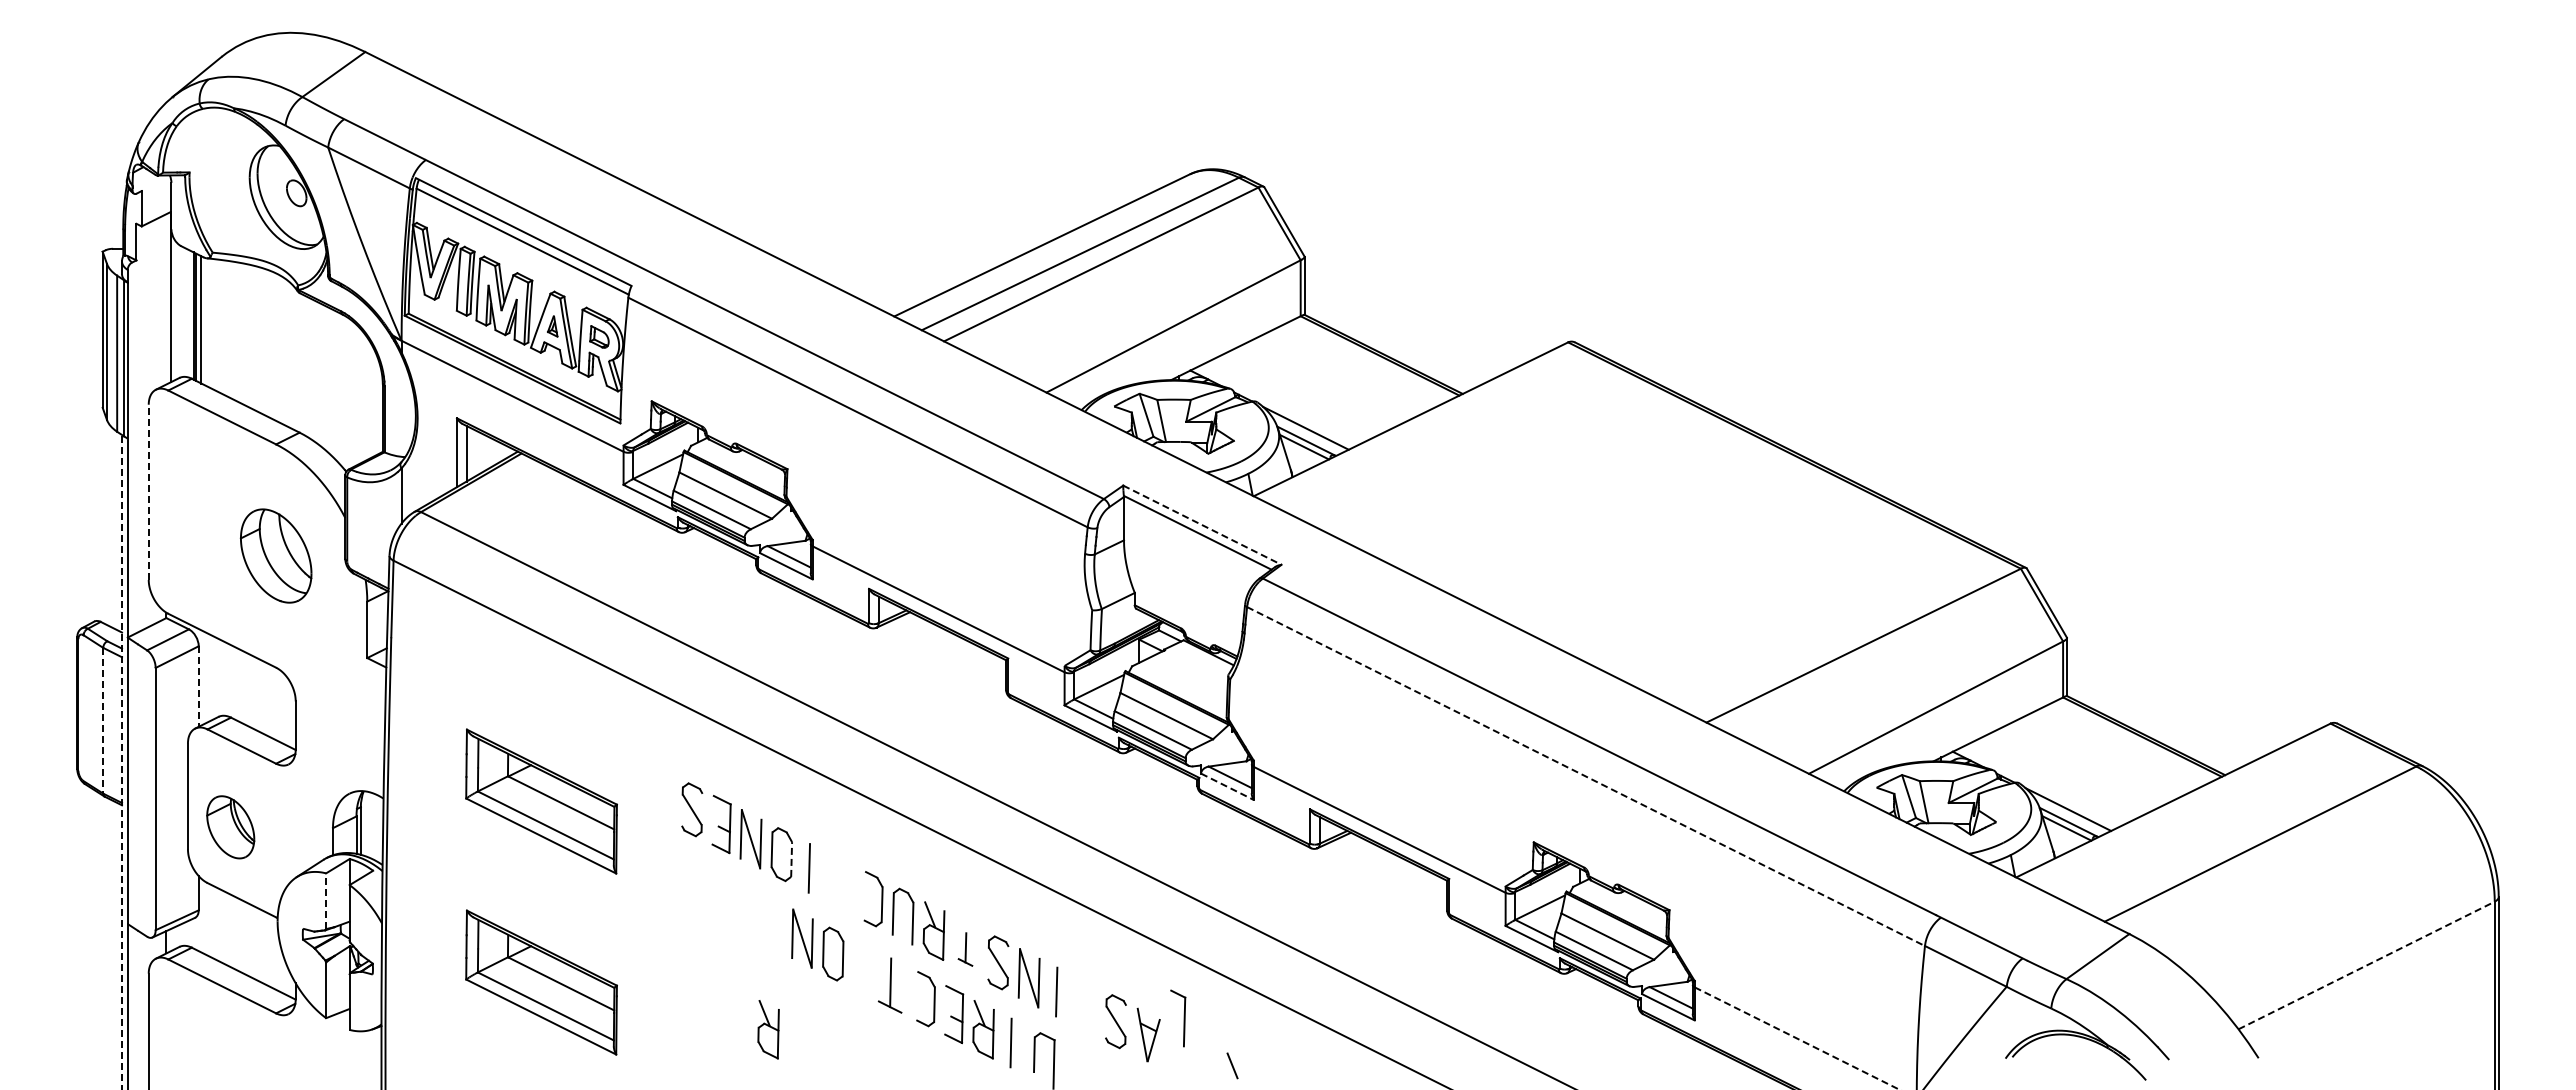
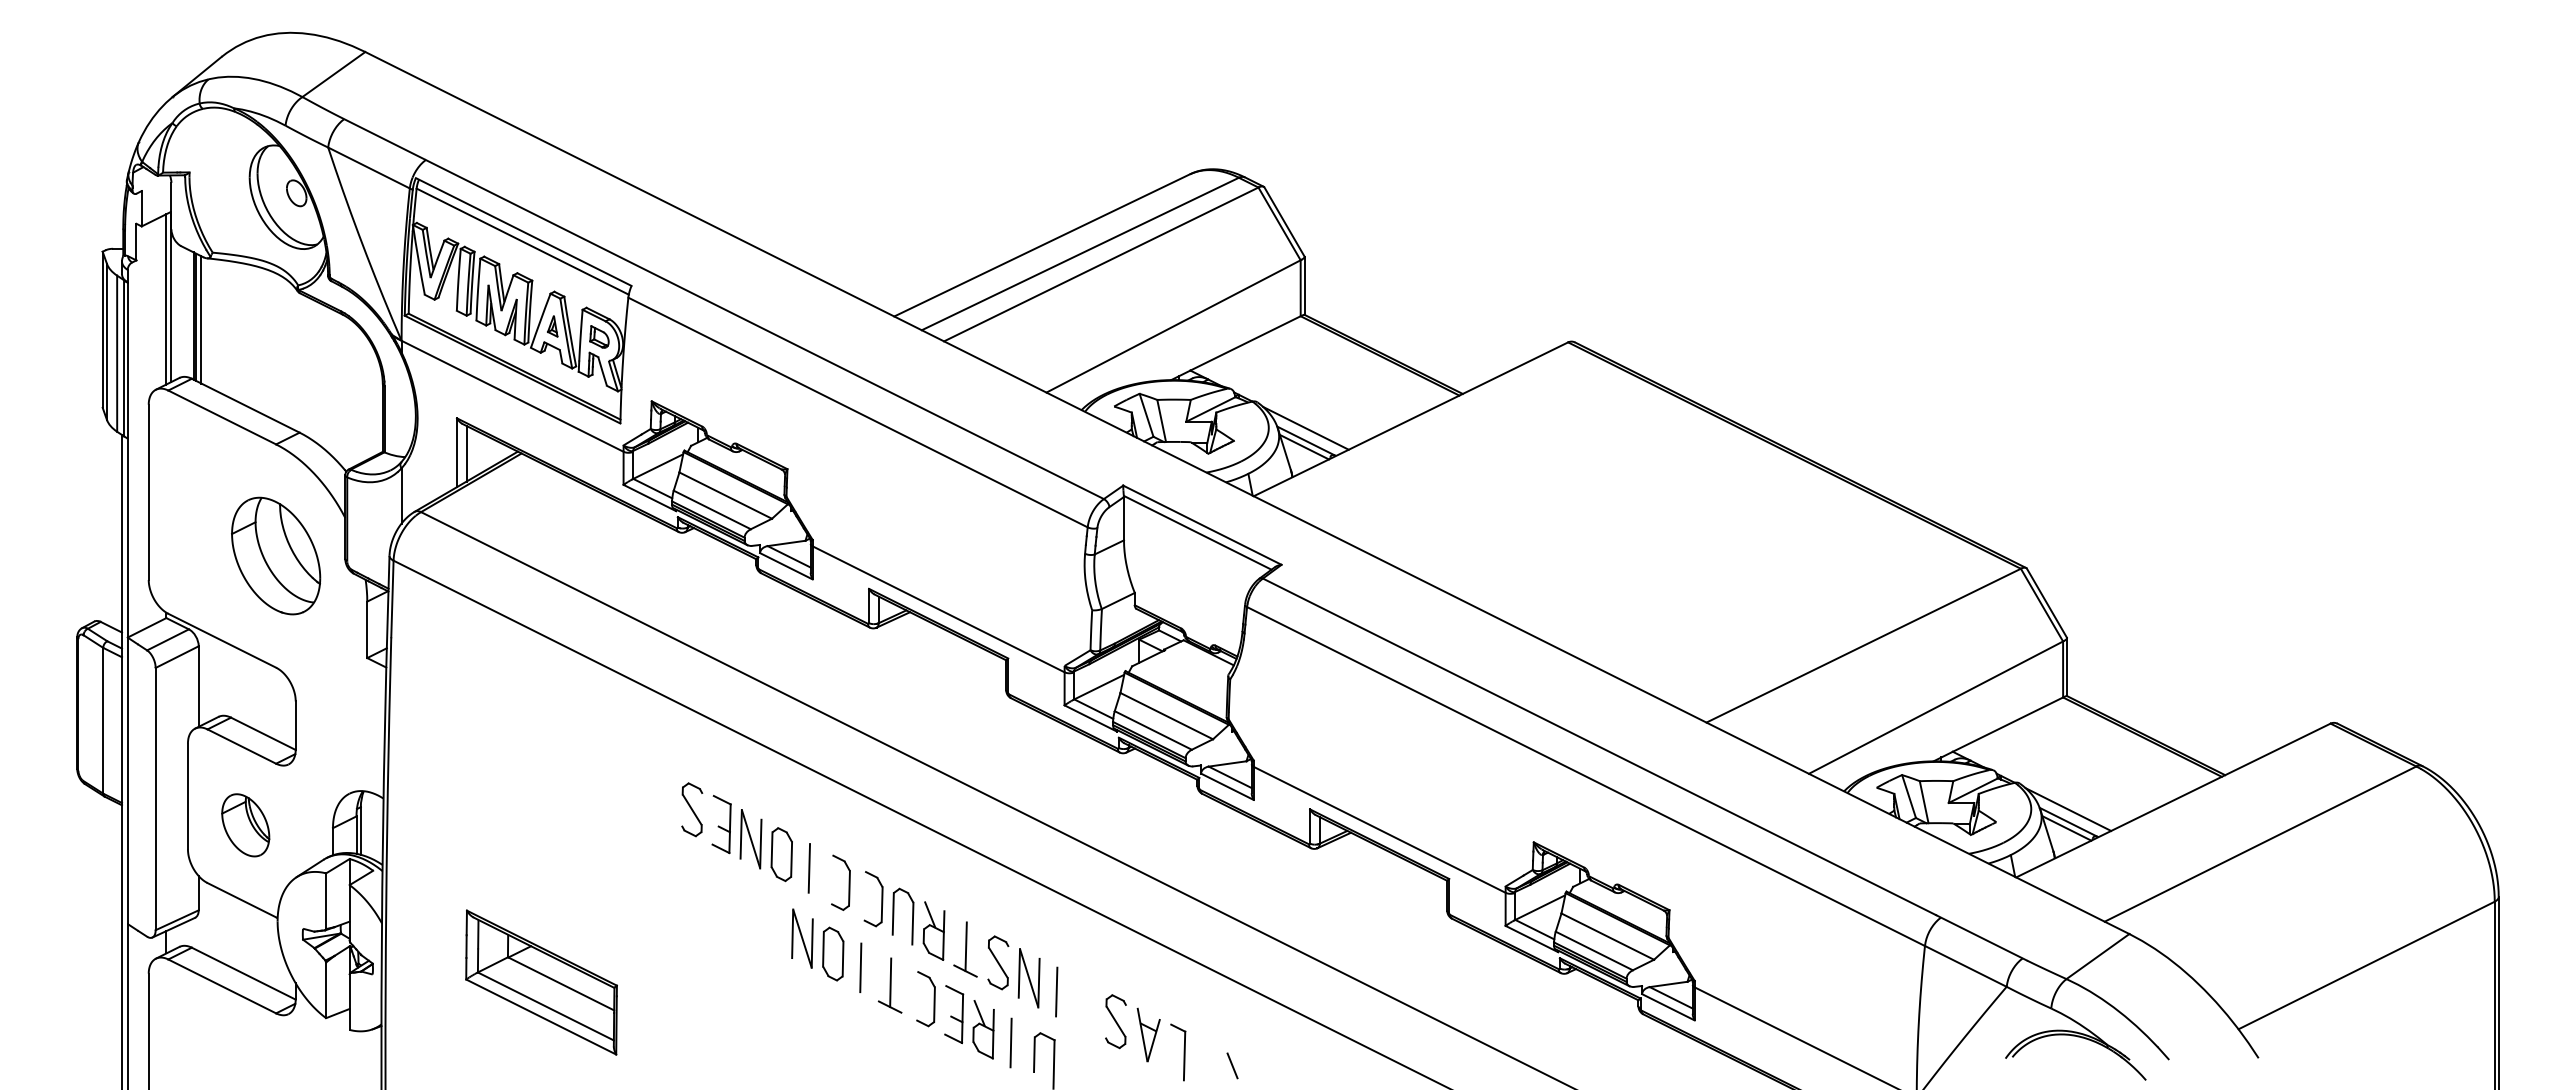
line at (166, 299): none -> present
line at (148, 492): dashed -> solid
line at (1202, 525): dashed -> solid
part at (275, 555) size: 74x96 px -> 91x120 px
line at (198, 687): dashed -> solid
line at (103, 720): dashed -> solid
line at (122, 761): dashed -> solid
line at (1586, 776): dashed -> solid
line at (1227, 787): dashed -> solid
part at (541, 801): present -> none
part at (230, 827) position: (230, 827) -> (245, 825)
line at (791, 859): dashed -> solid
part at (848, 882): none -> present
line at (326, 901): dashed -> solid
part at (965, 949) size: 17x35 px -> 25x57 px
line at (2367, 965): dashed -> solid
line at (860, 967): none -> present
part at (1178, 1018) position: (1178, 1018) -> (1178, 1052)
part at (768, 1029): present -> none
line at (1797, 1038): dashed -> solid
